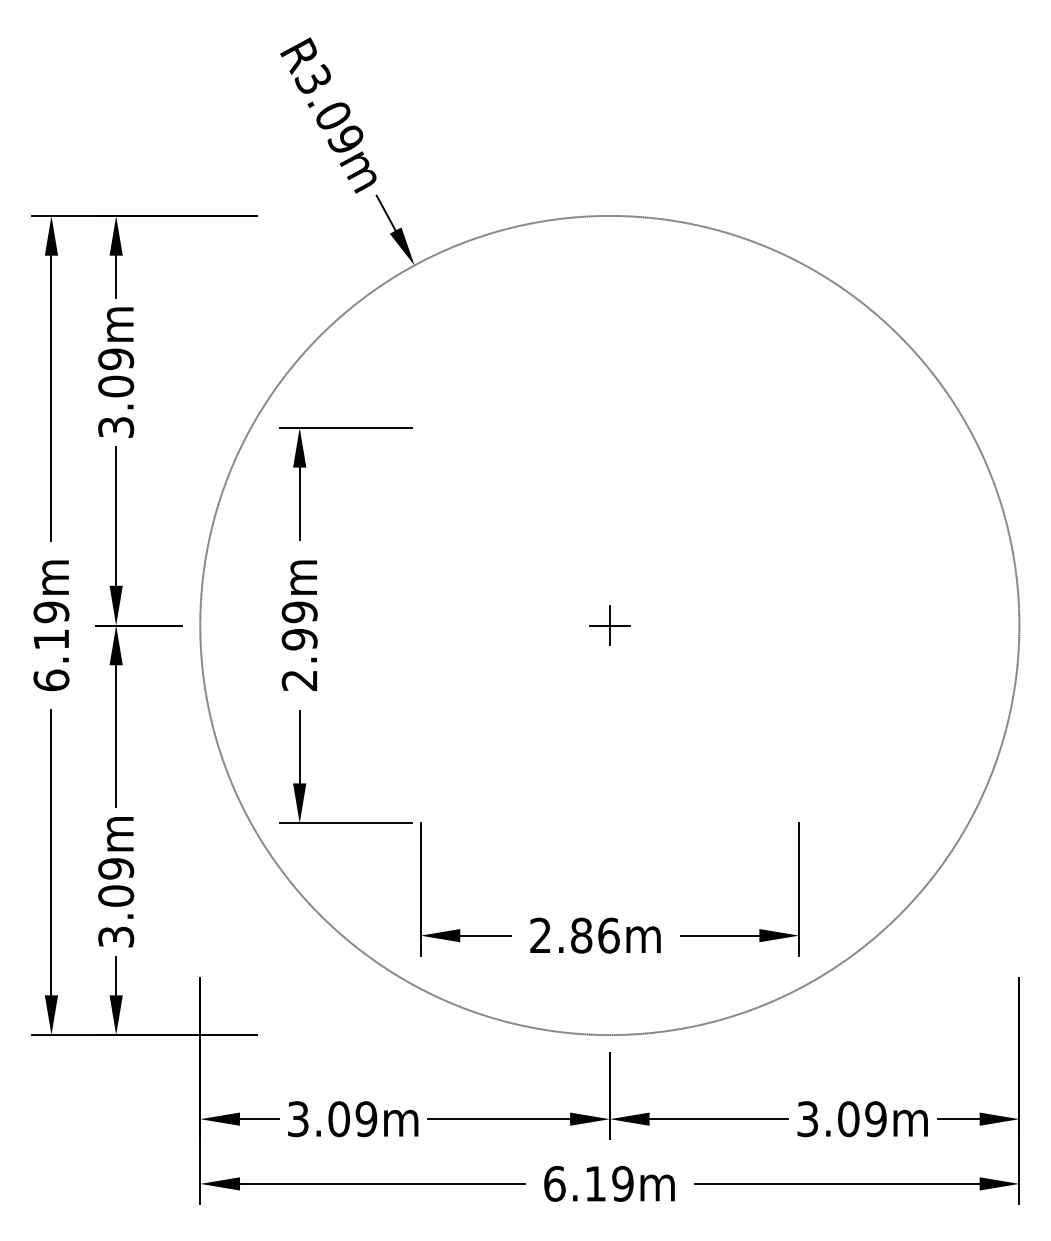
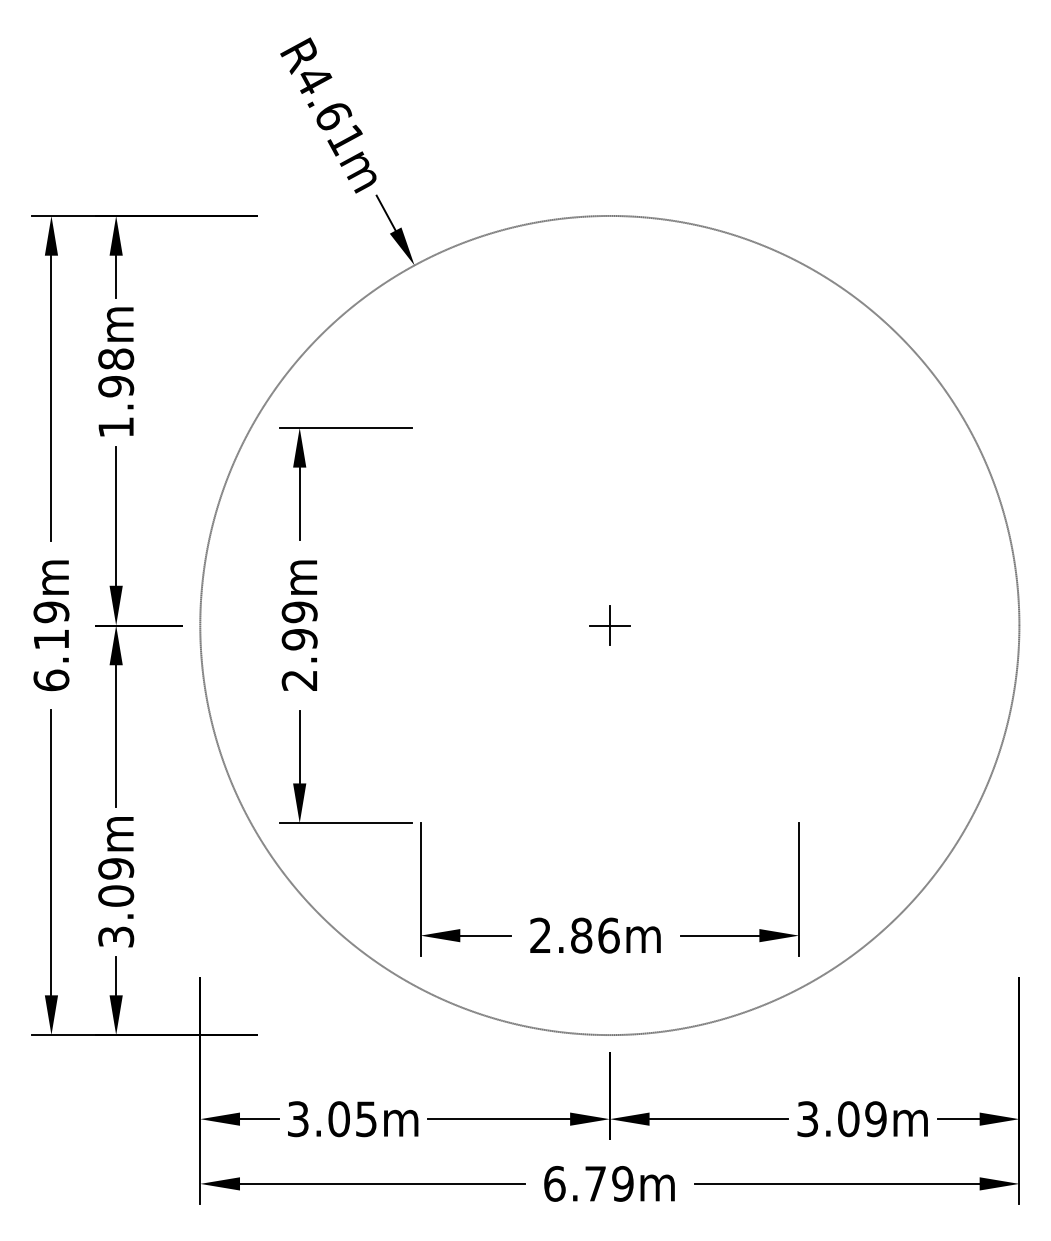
text at (328, 110): R3.09m -> R4.61m
text at (116, 392): 3.09m -> 1.98m
text at (366, 1118): 3.09m -> 3.05m
text at (595, 1183): 6.19m -> 6.79m
